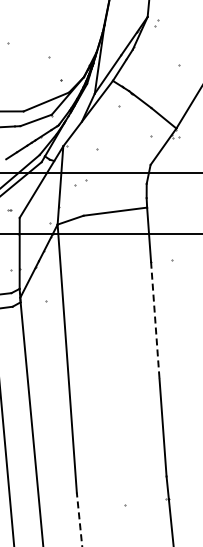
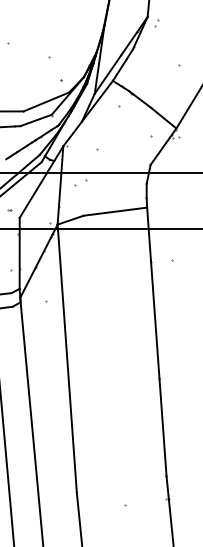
line at (100, 233) position: (100, 233) -> (100, 228)
line at (155, 320): dashed -> solid
line at (79, 519): dashed -> solid
